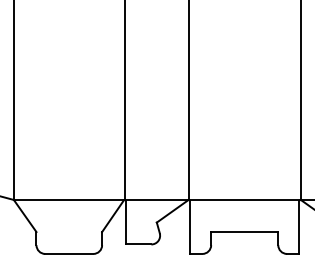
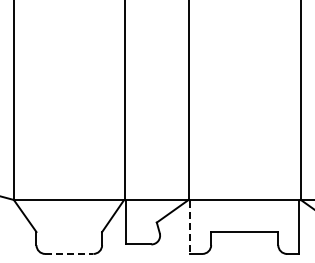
line at (190, 228): solid -> dashed
line at (69, 253): solid -> dashed
